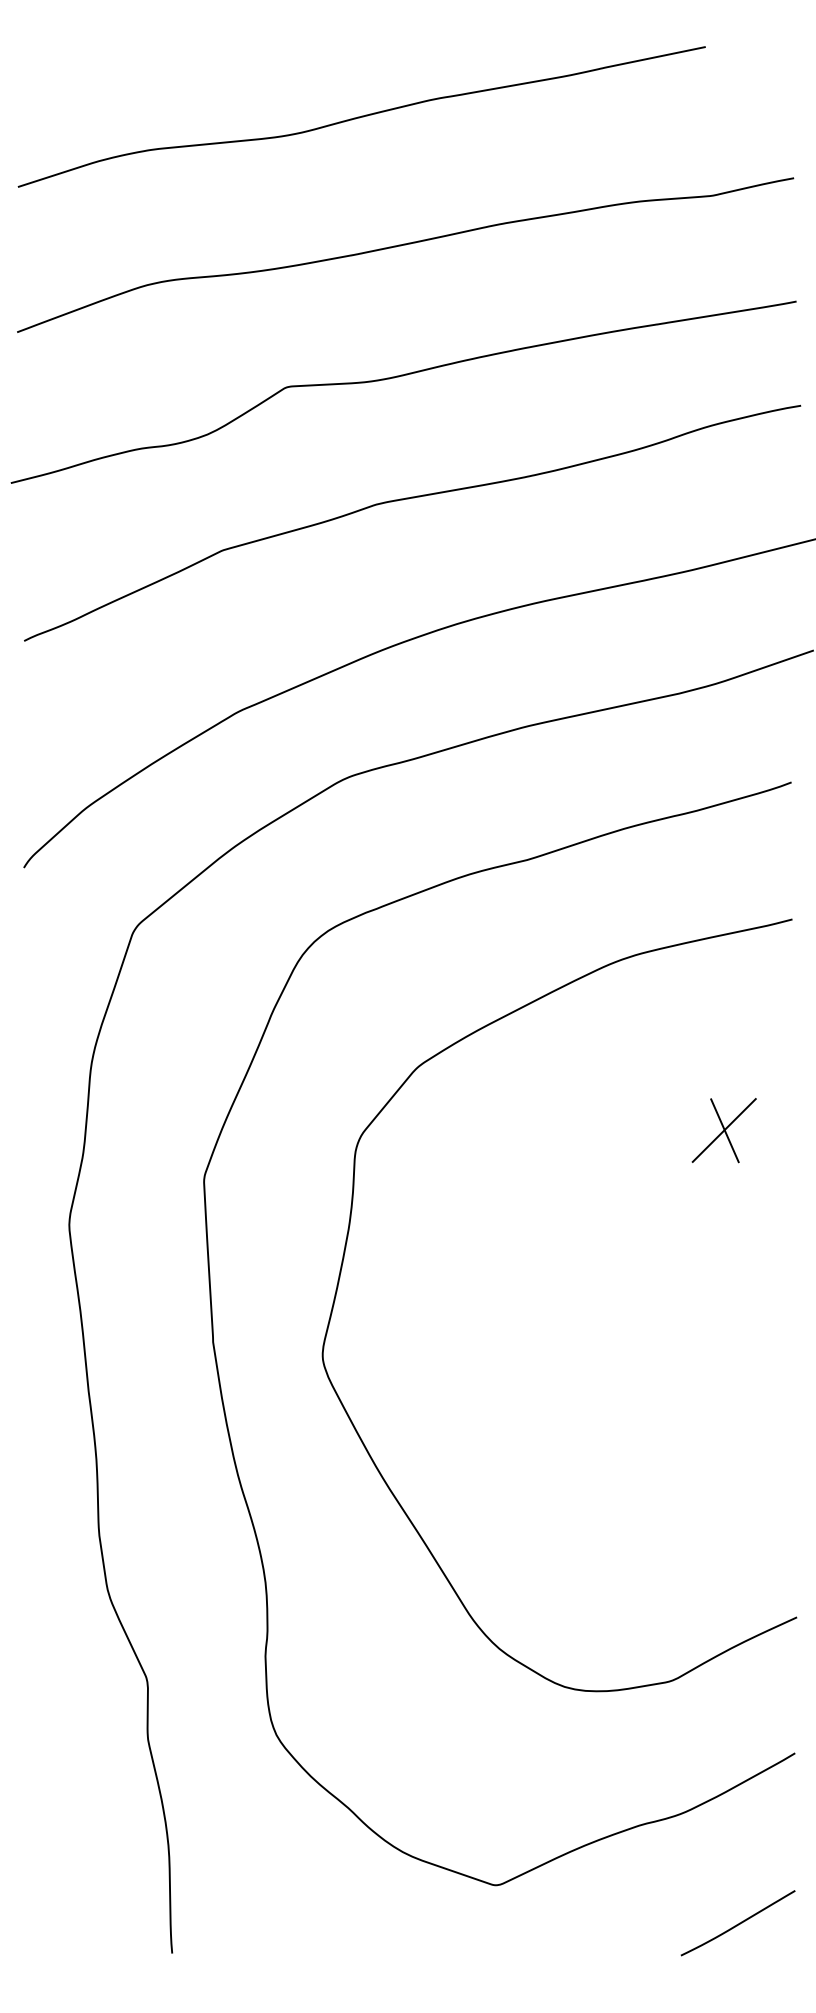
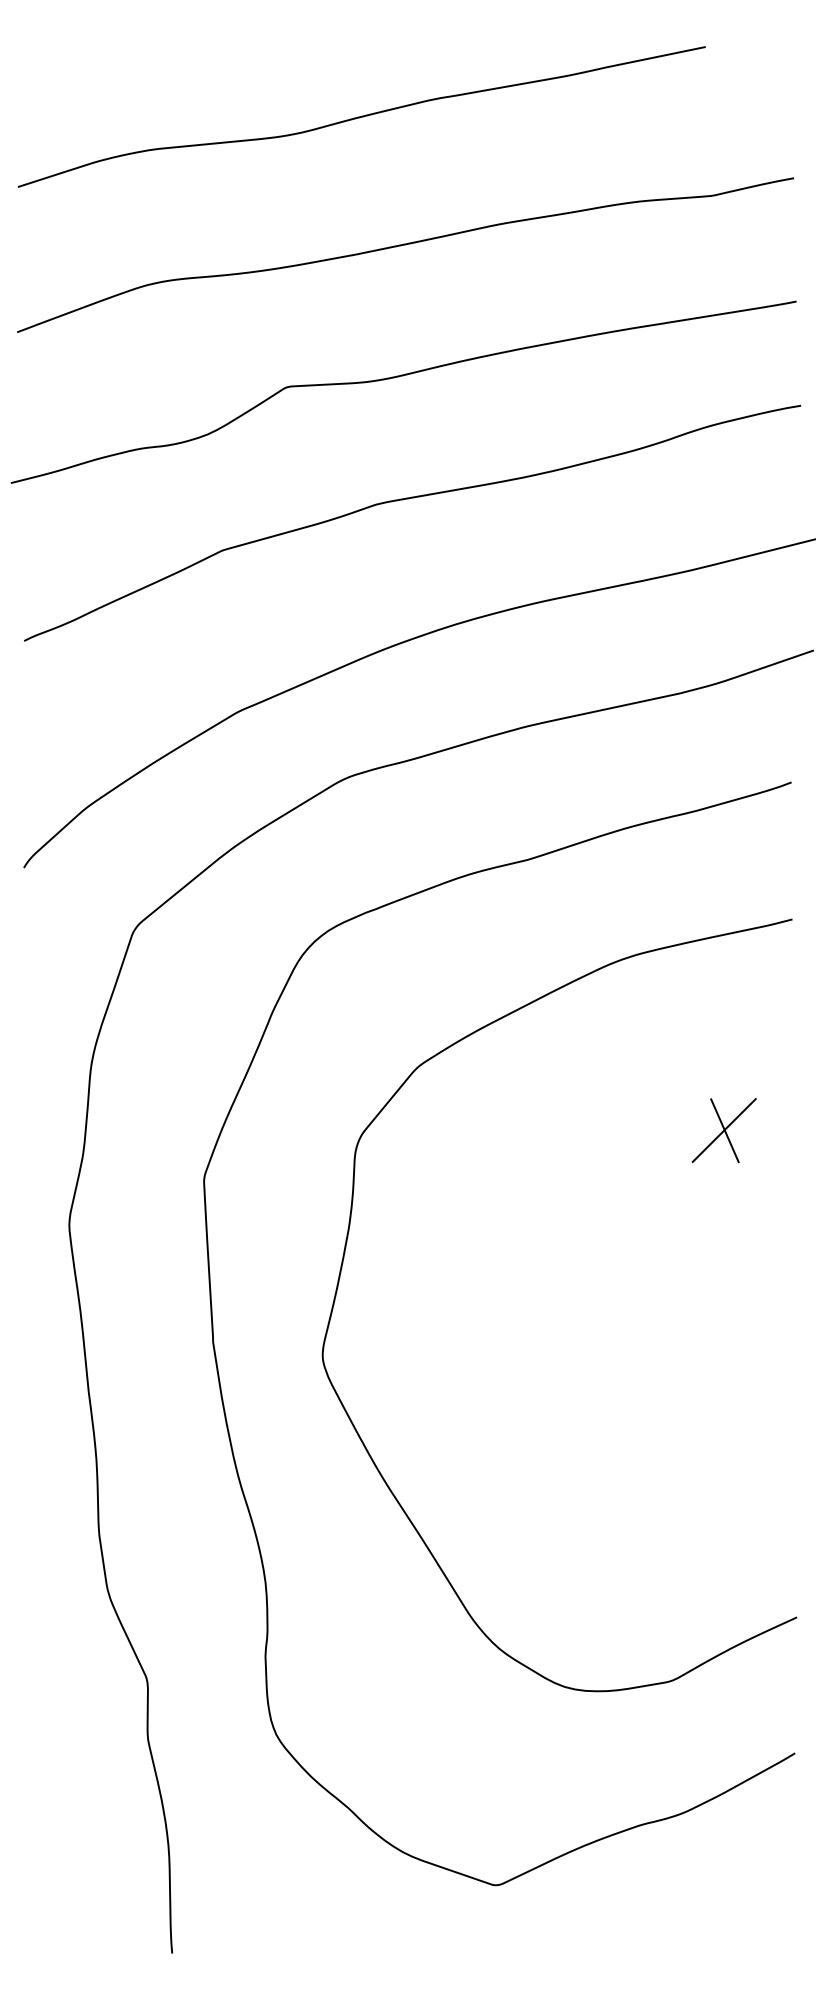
curve at (738, 1923): present -> none
